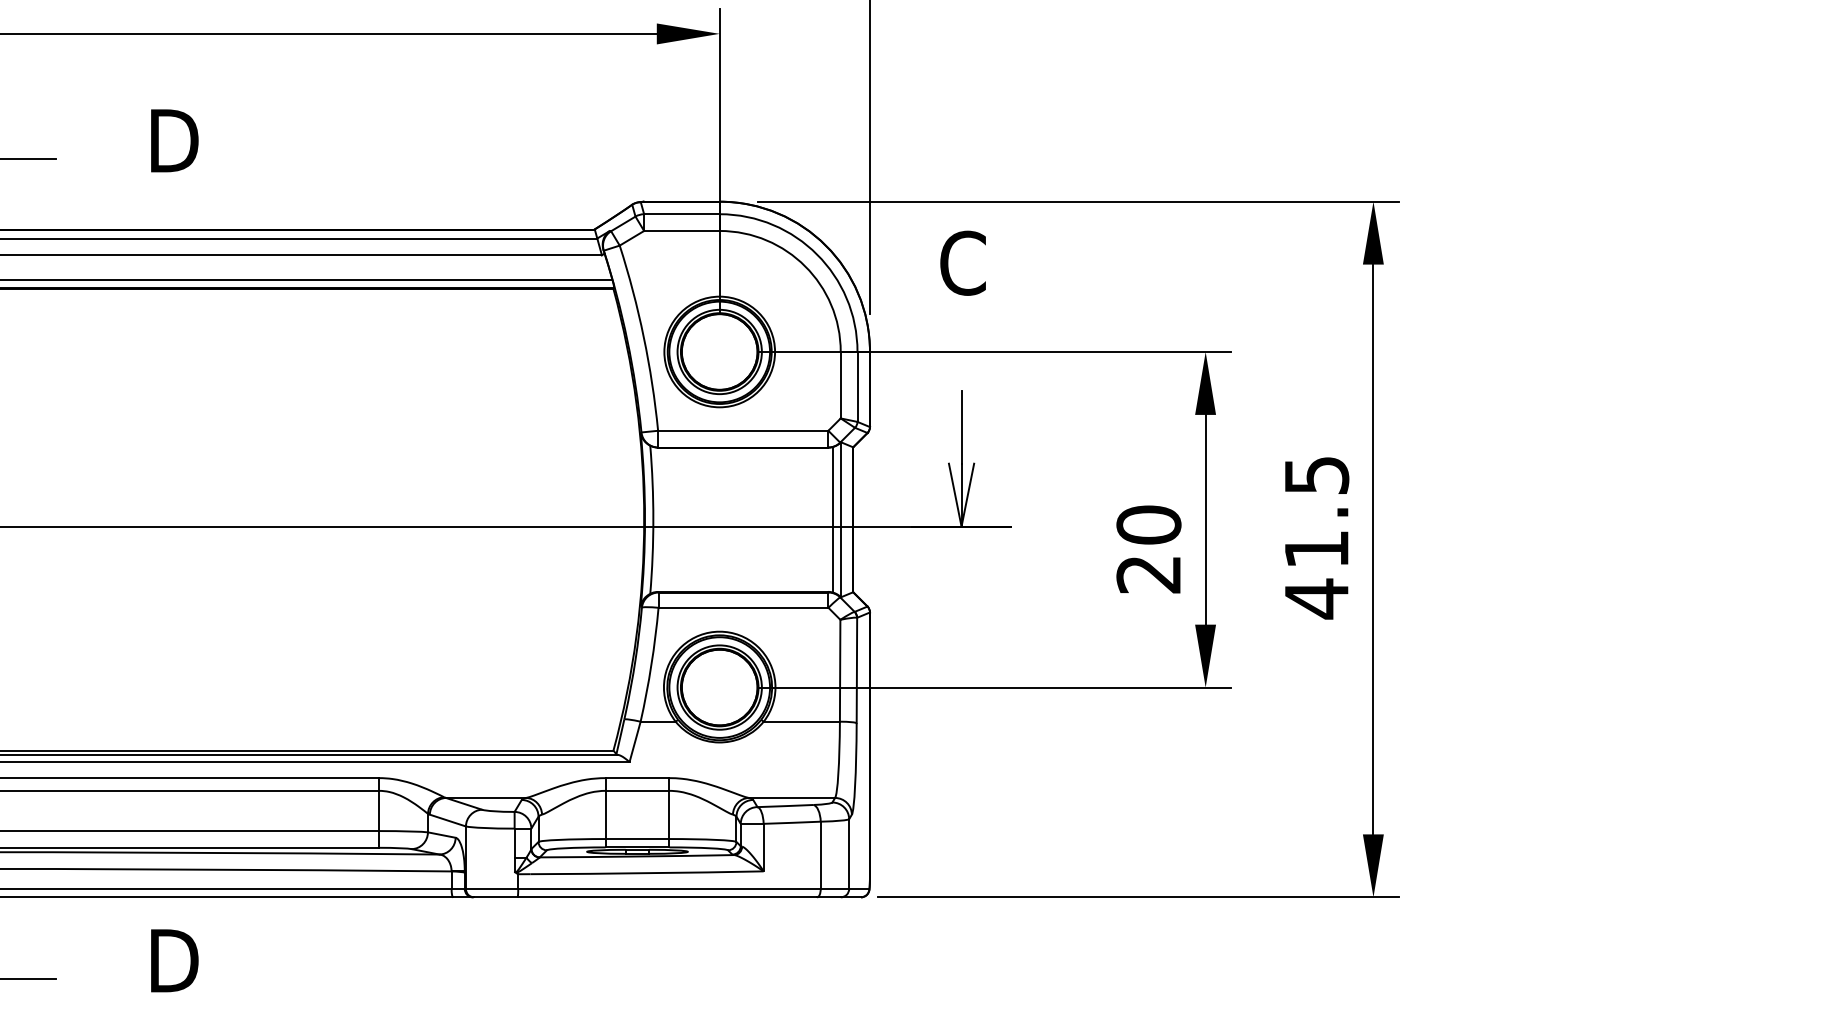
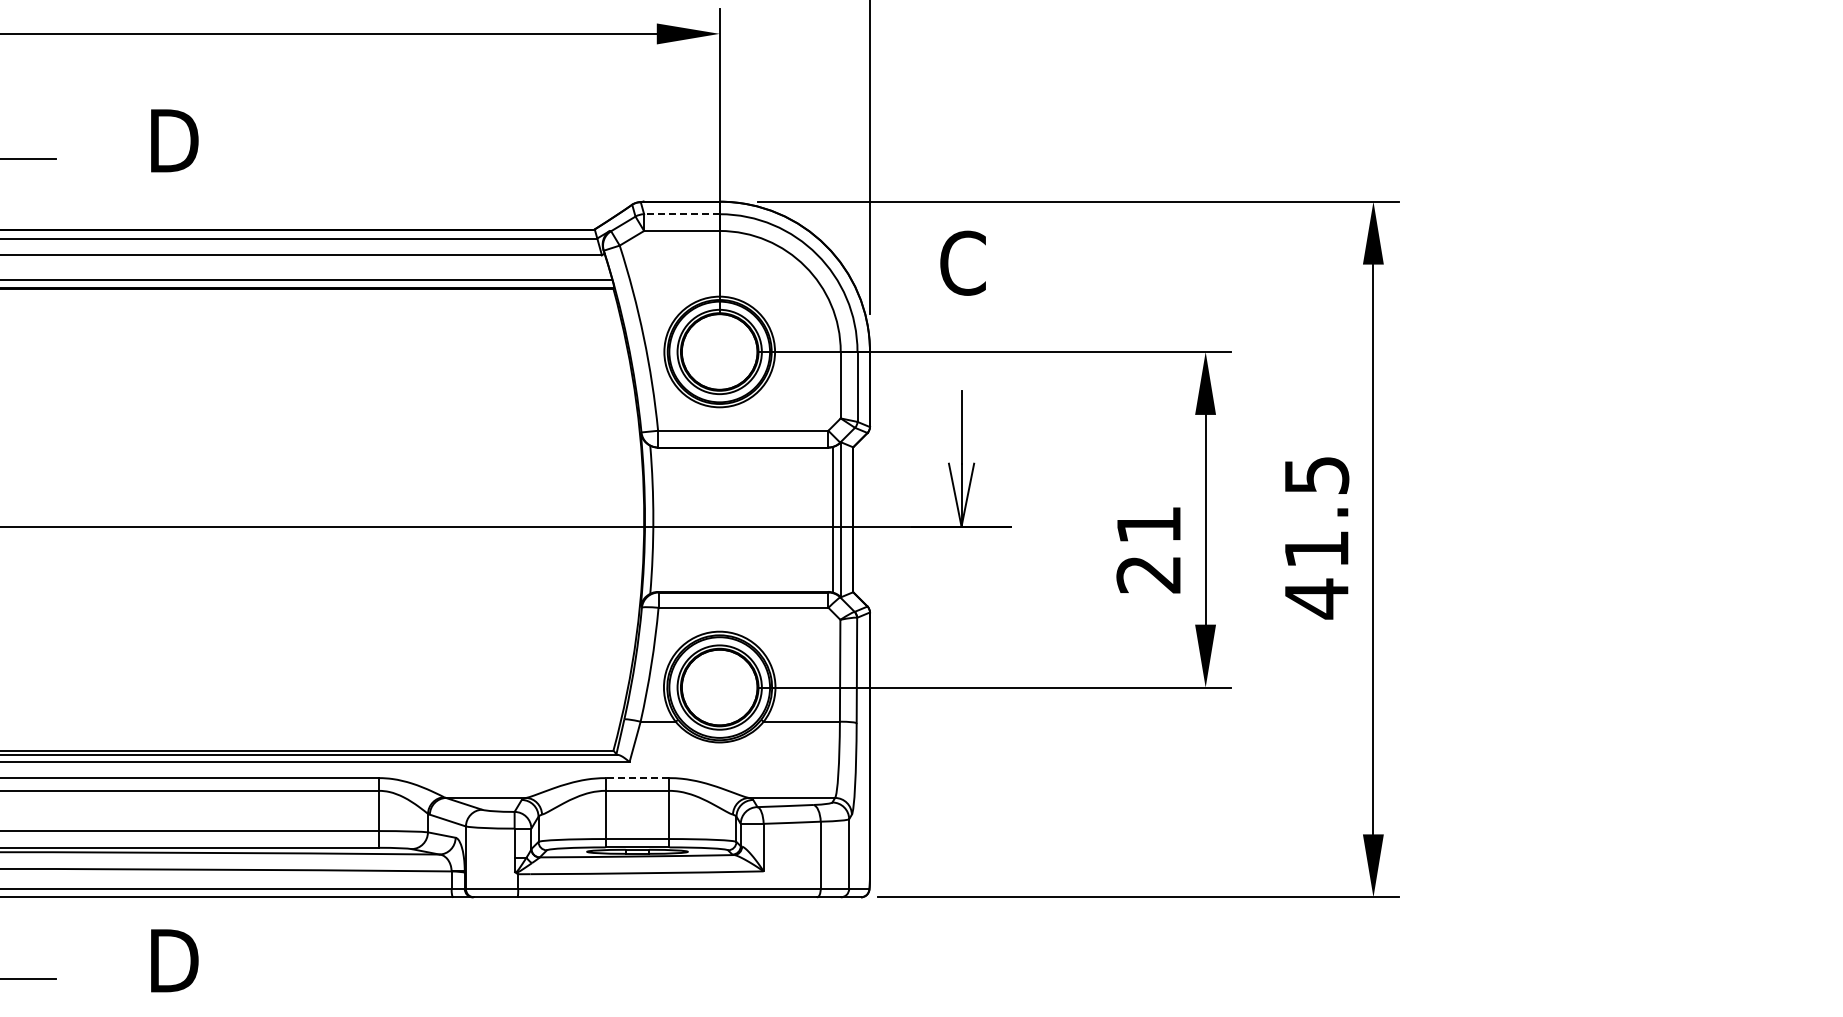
line at (681, 214): solid -> dashed
text at (1148, 524): 20 -> 21
line at (637, 778): solid -> dashed
